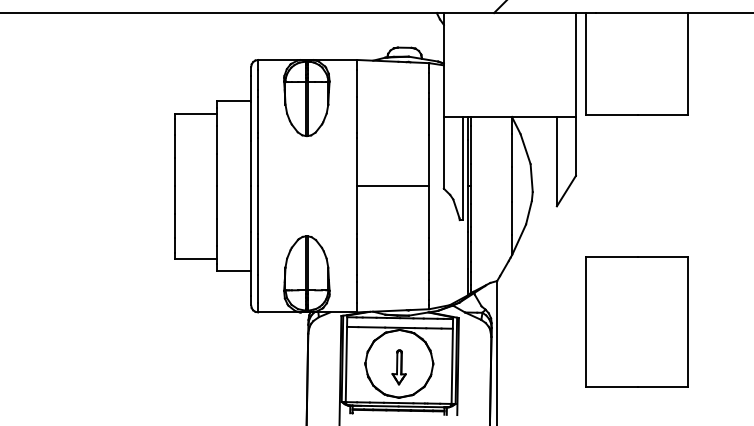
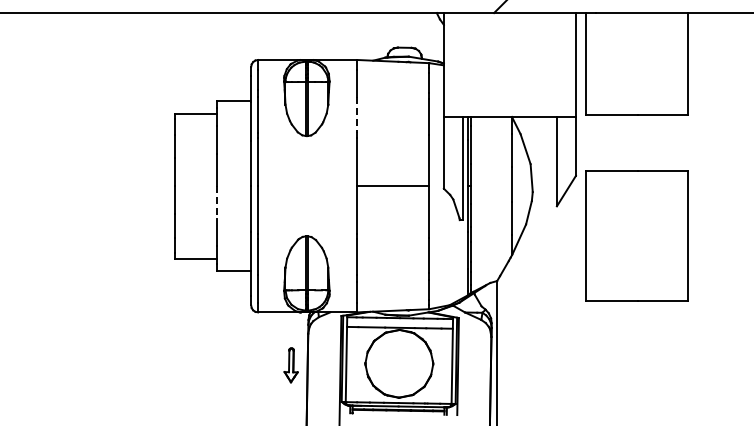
line at (357, 115): solid -> dashed
line at (216, 202): solid -> dashed
part at (636, 321) position: (636, 321) -> (636, 235)
part at (398, 367) position: (398, 367) -> (290, 365)
